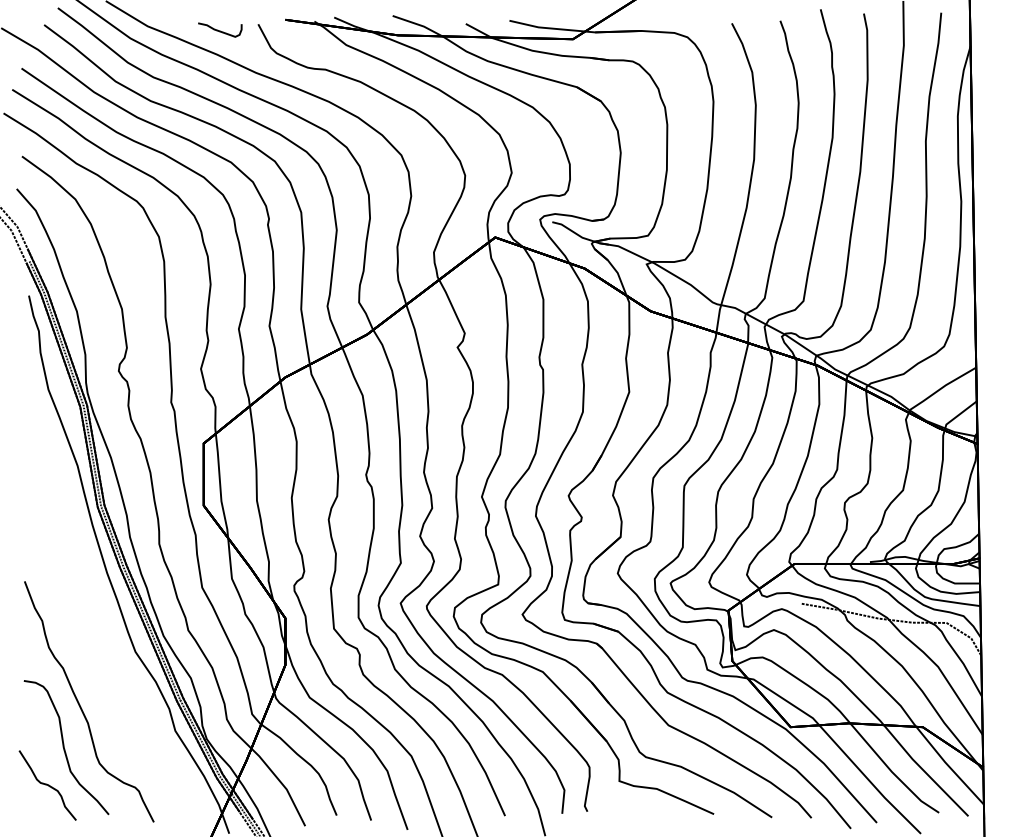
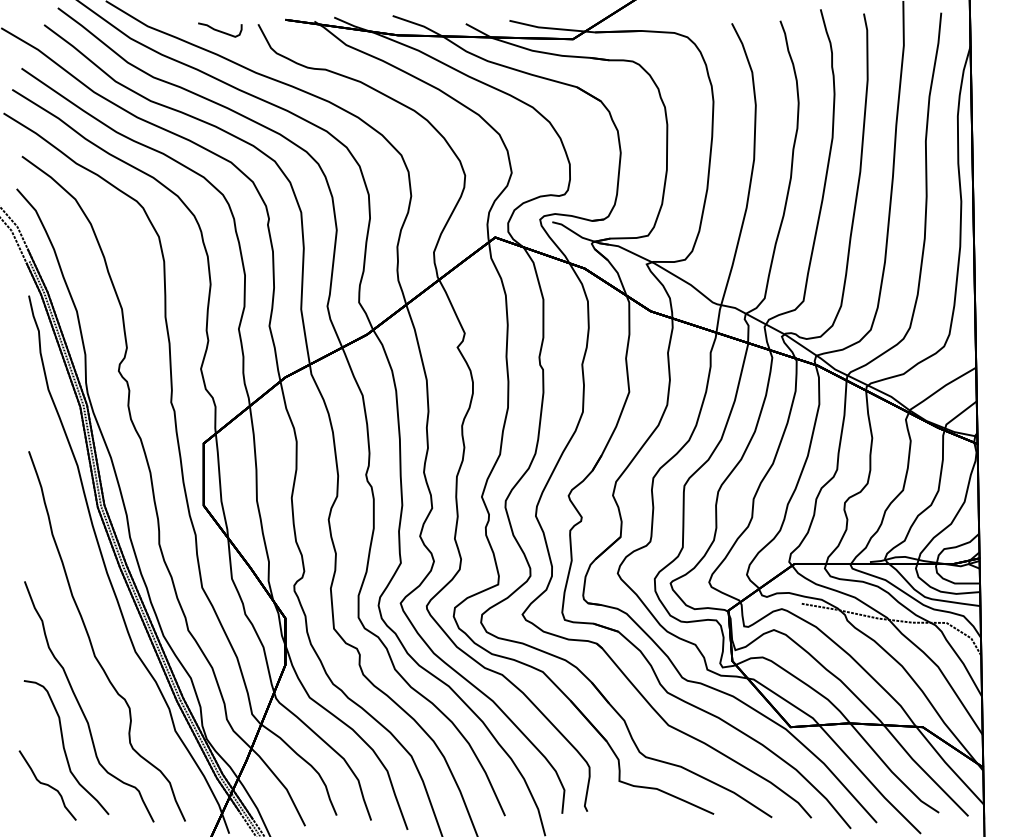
curve at (91, 641): none -> present
